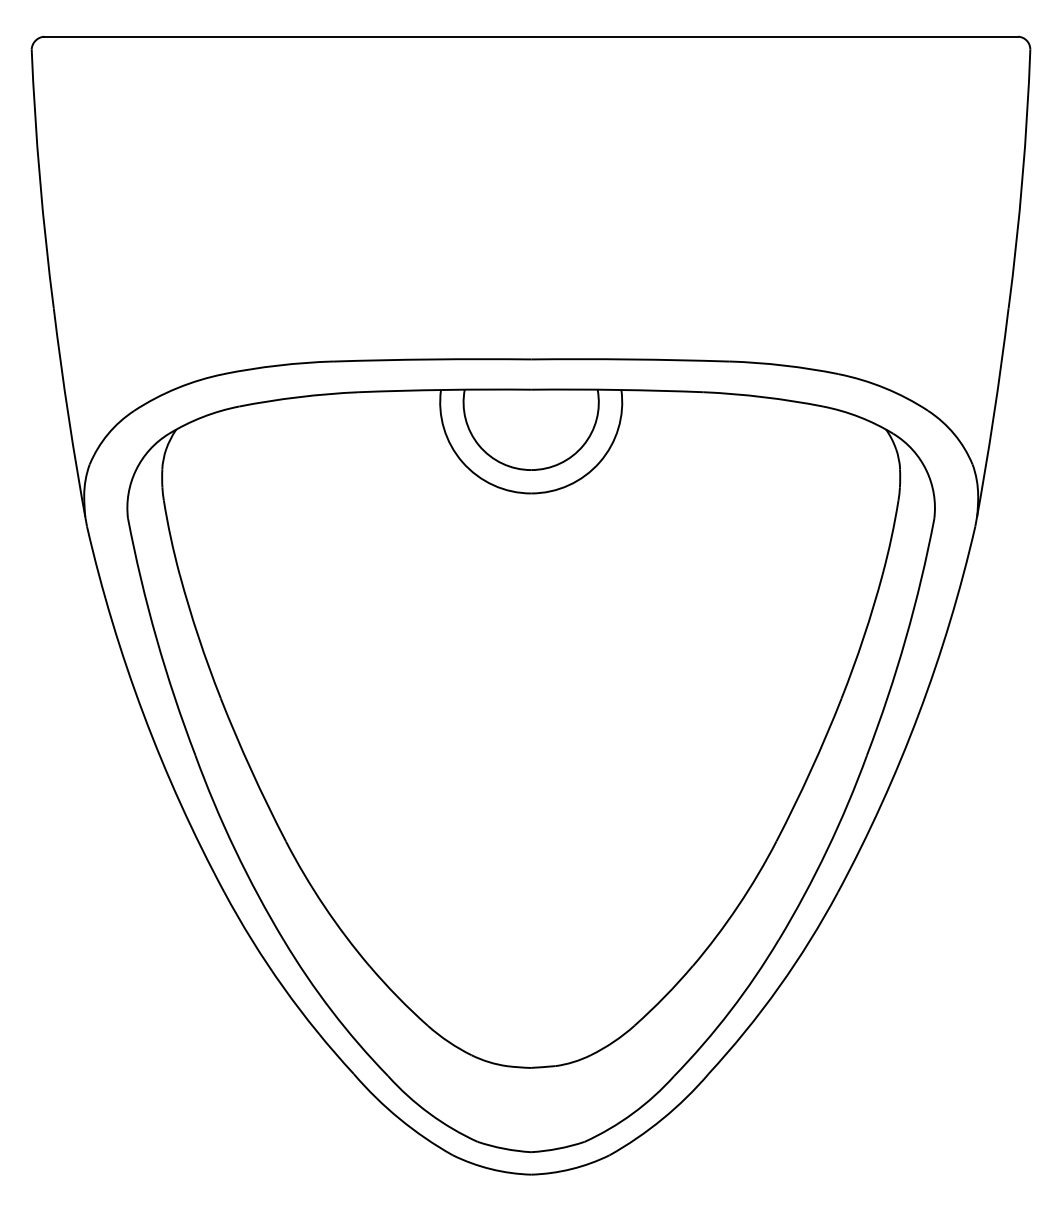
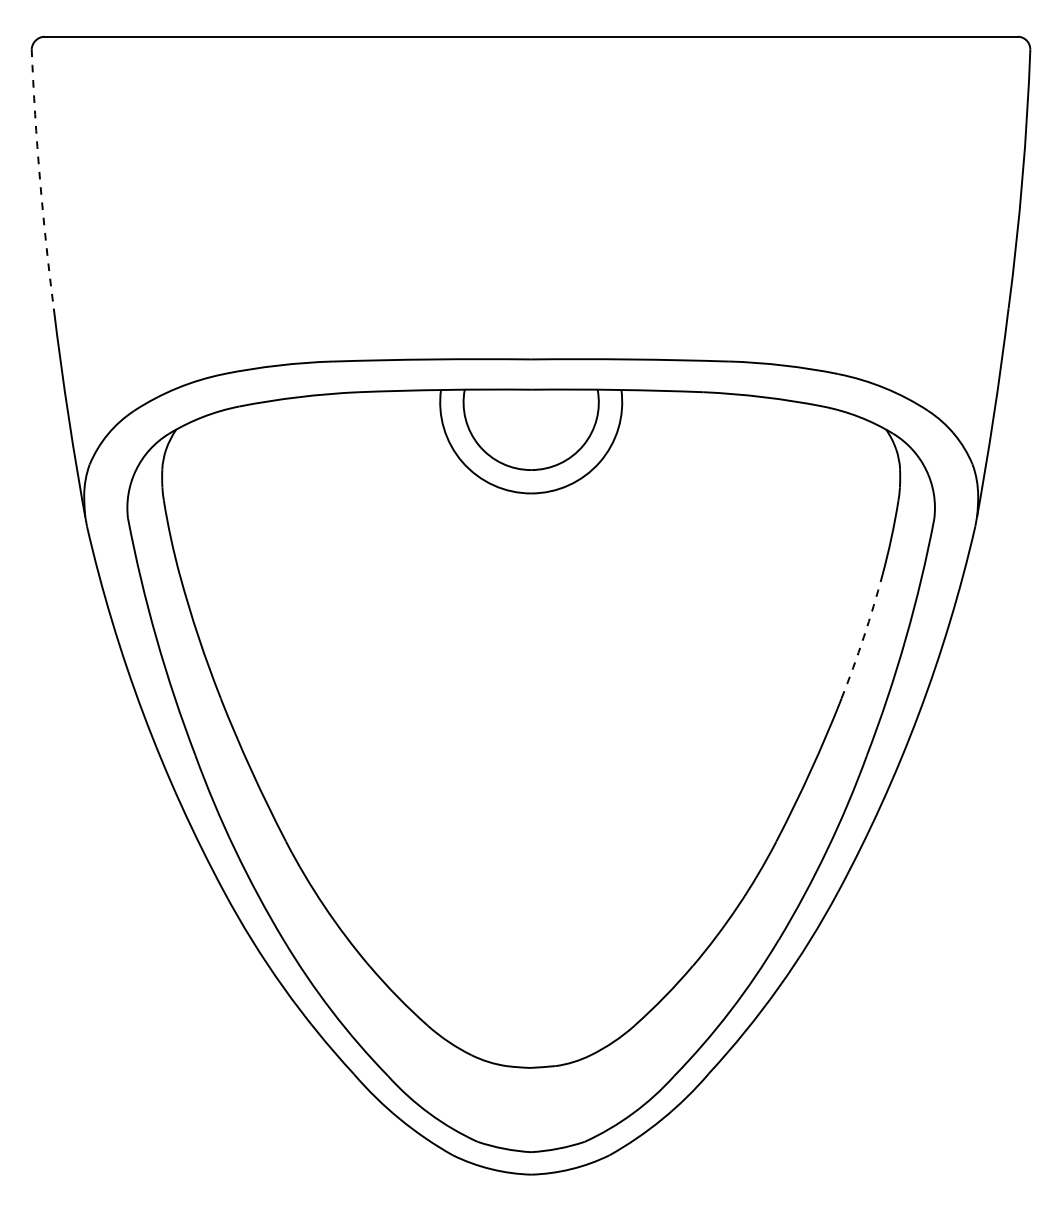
arc at (40, 179): solid -> dashed
arc at (863, 637): solid -> dashed
